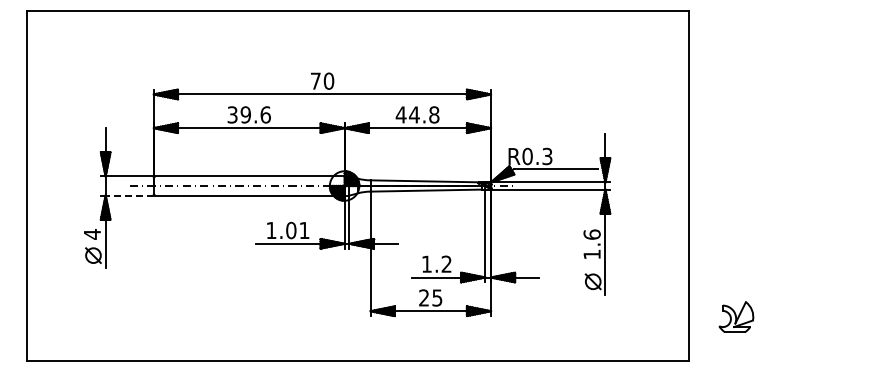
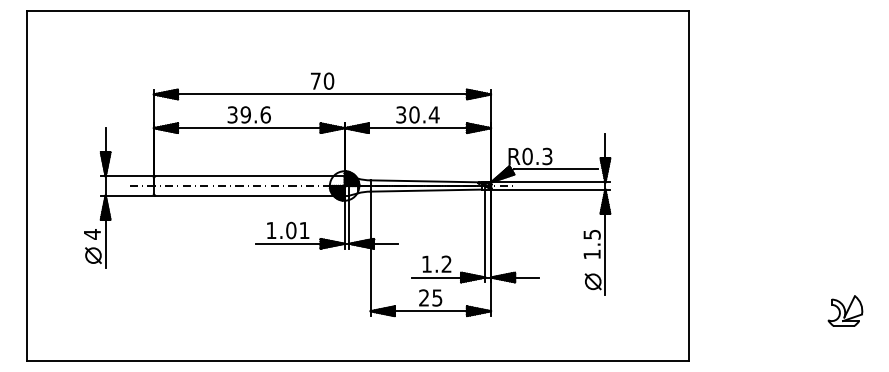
text at (417, 114): 44.8 -> 30.4
line at (129, 195): dashed -> solid
text at (591, 234): 1.6 -> 1.5
part at (736, 316) position: (736, 316) -> (845, 310)
